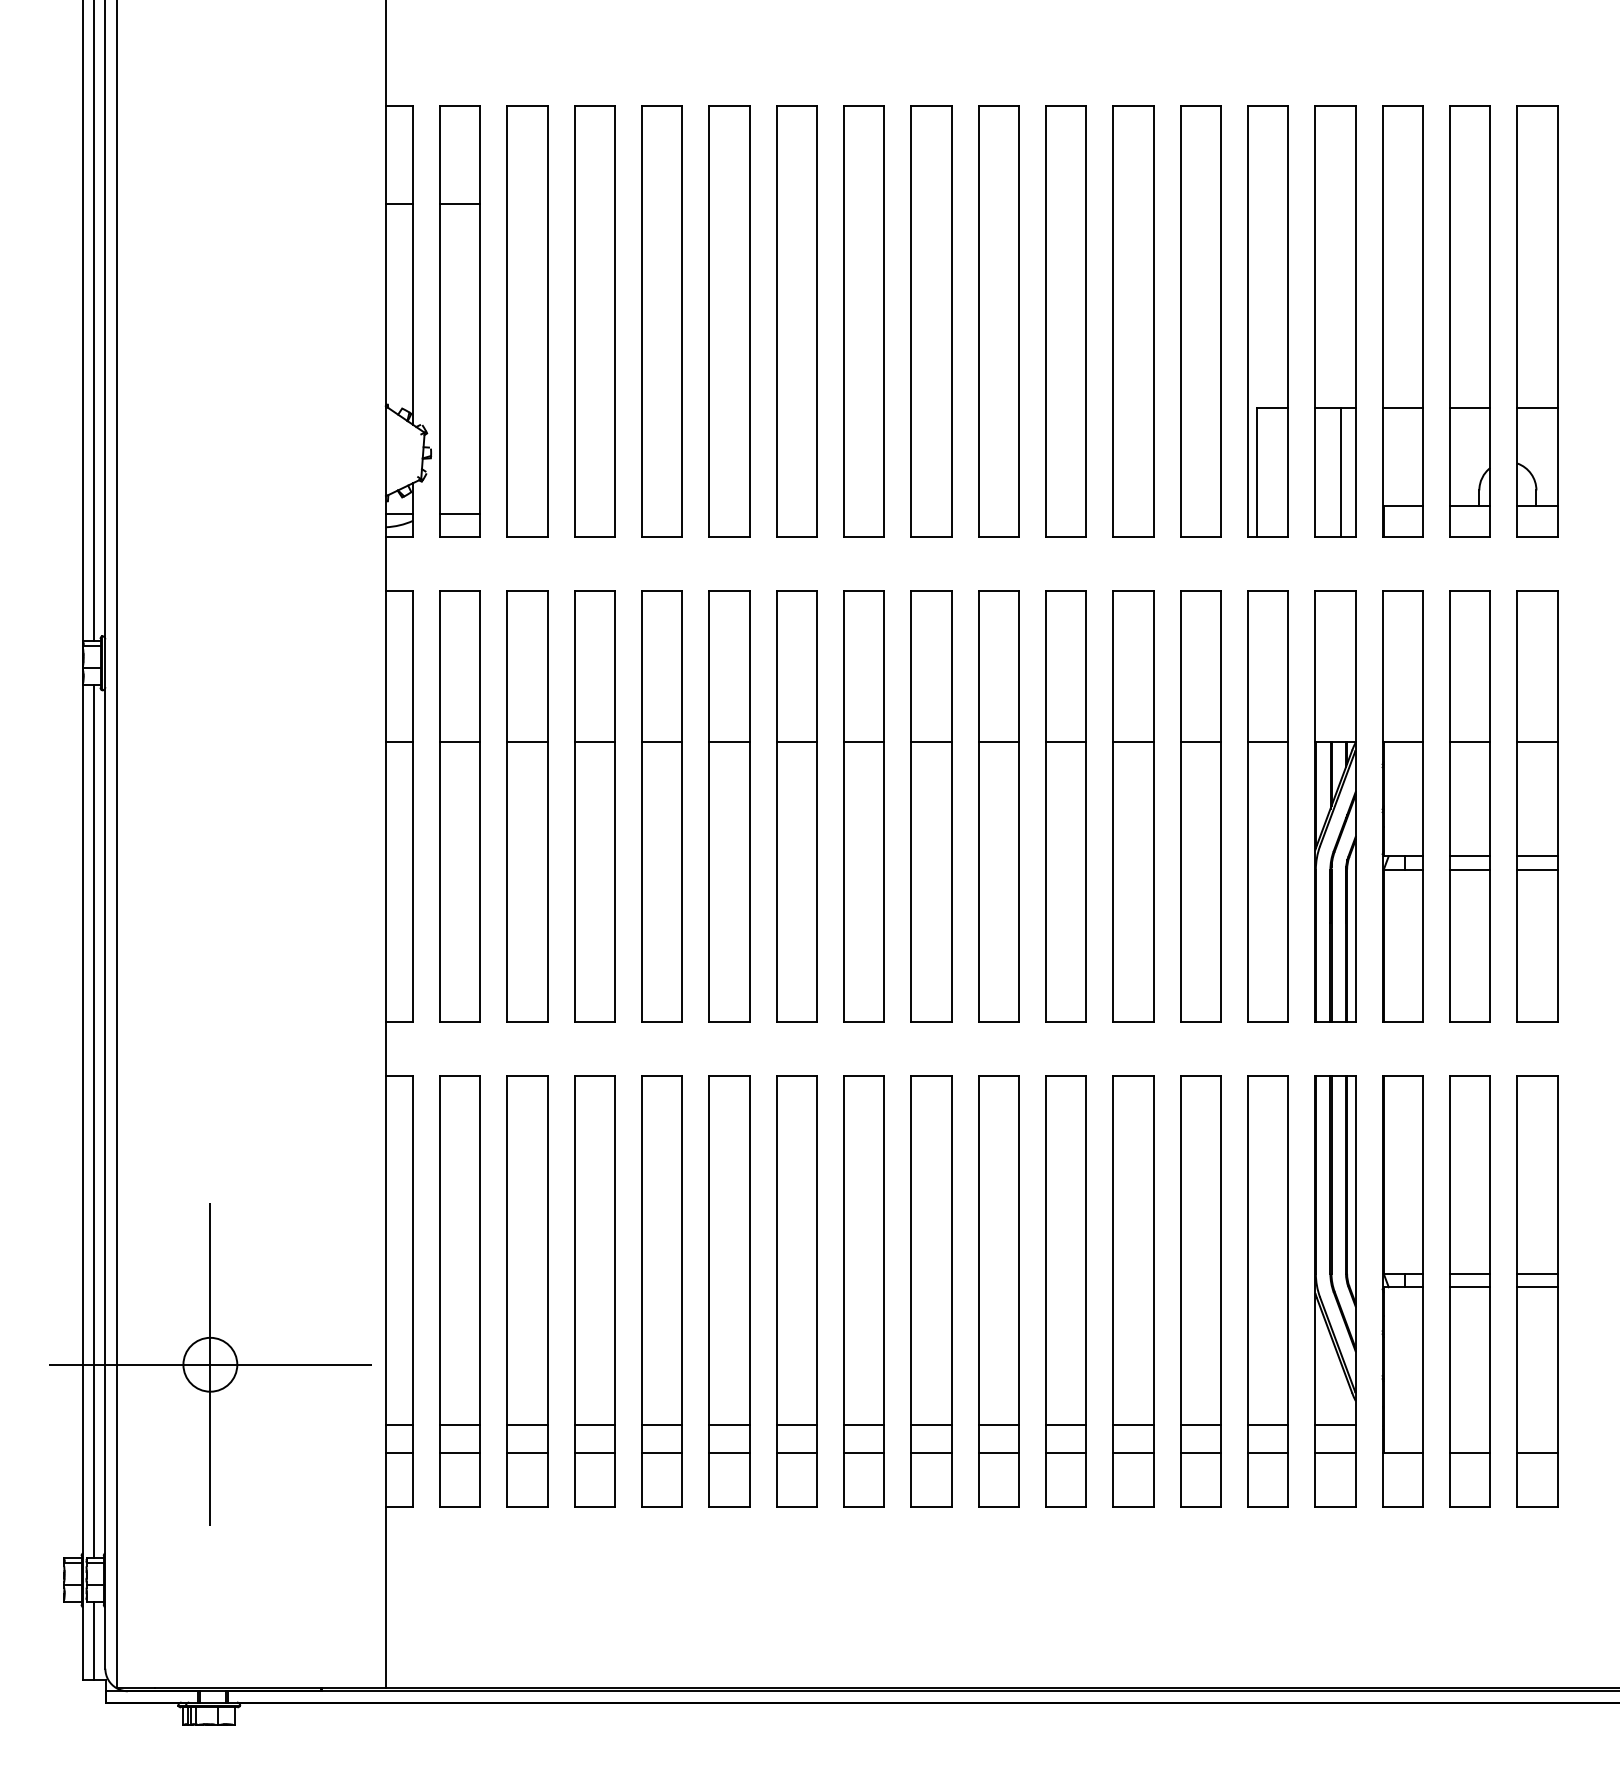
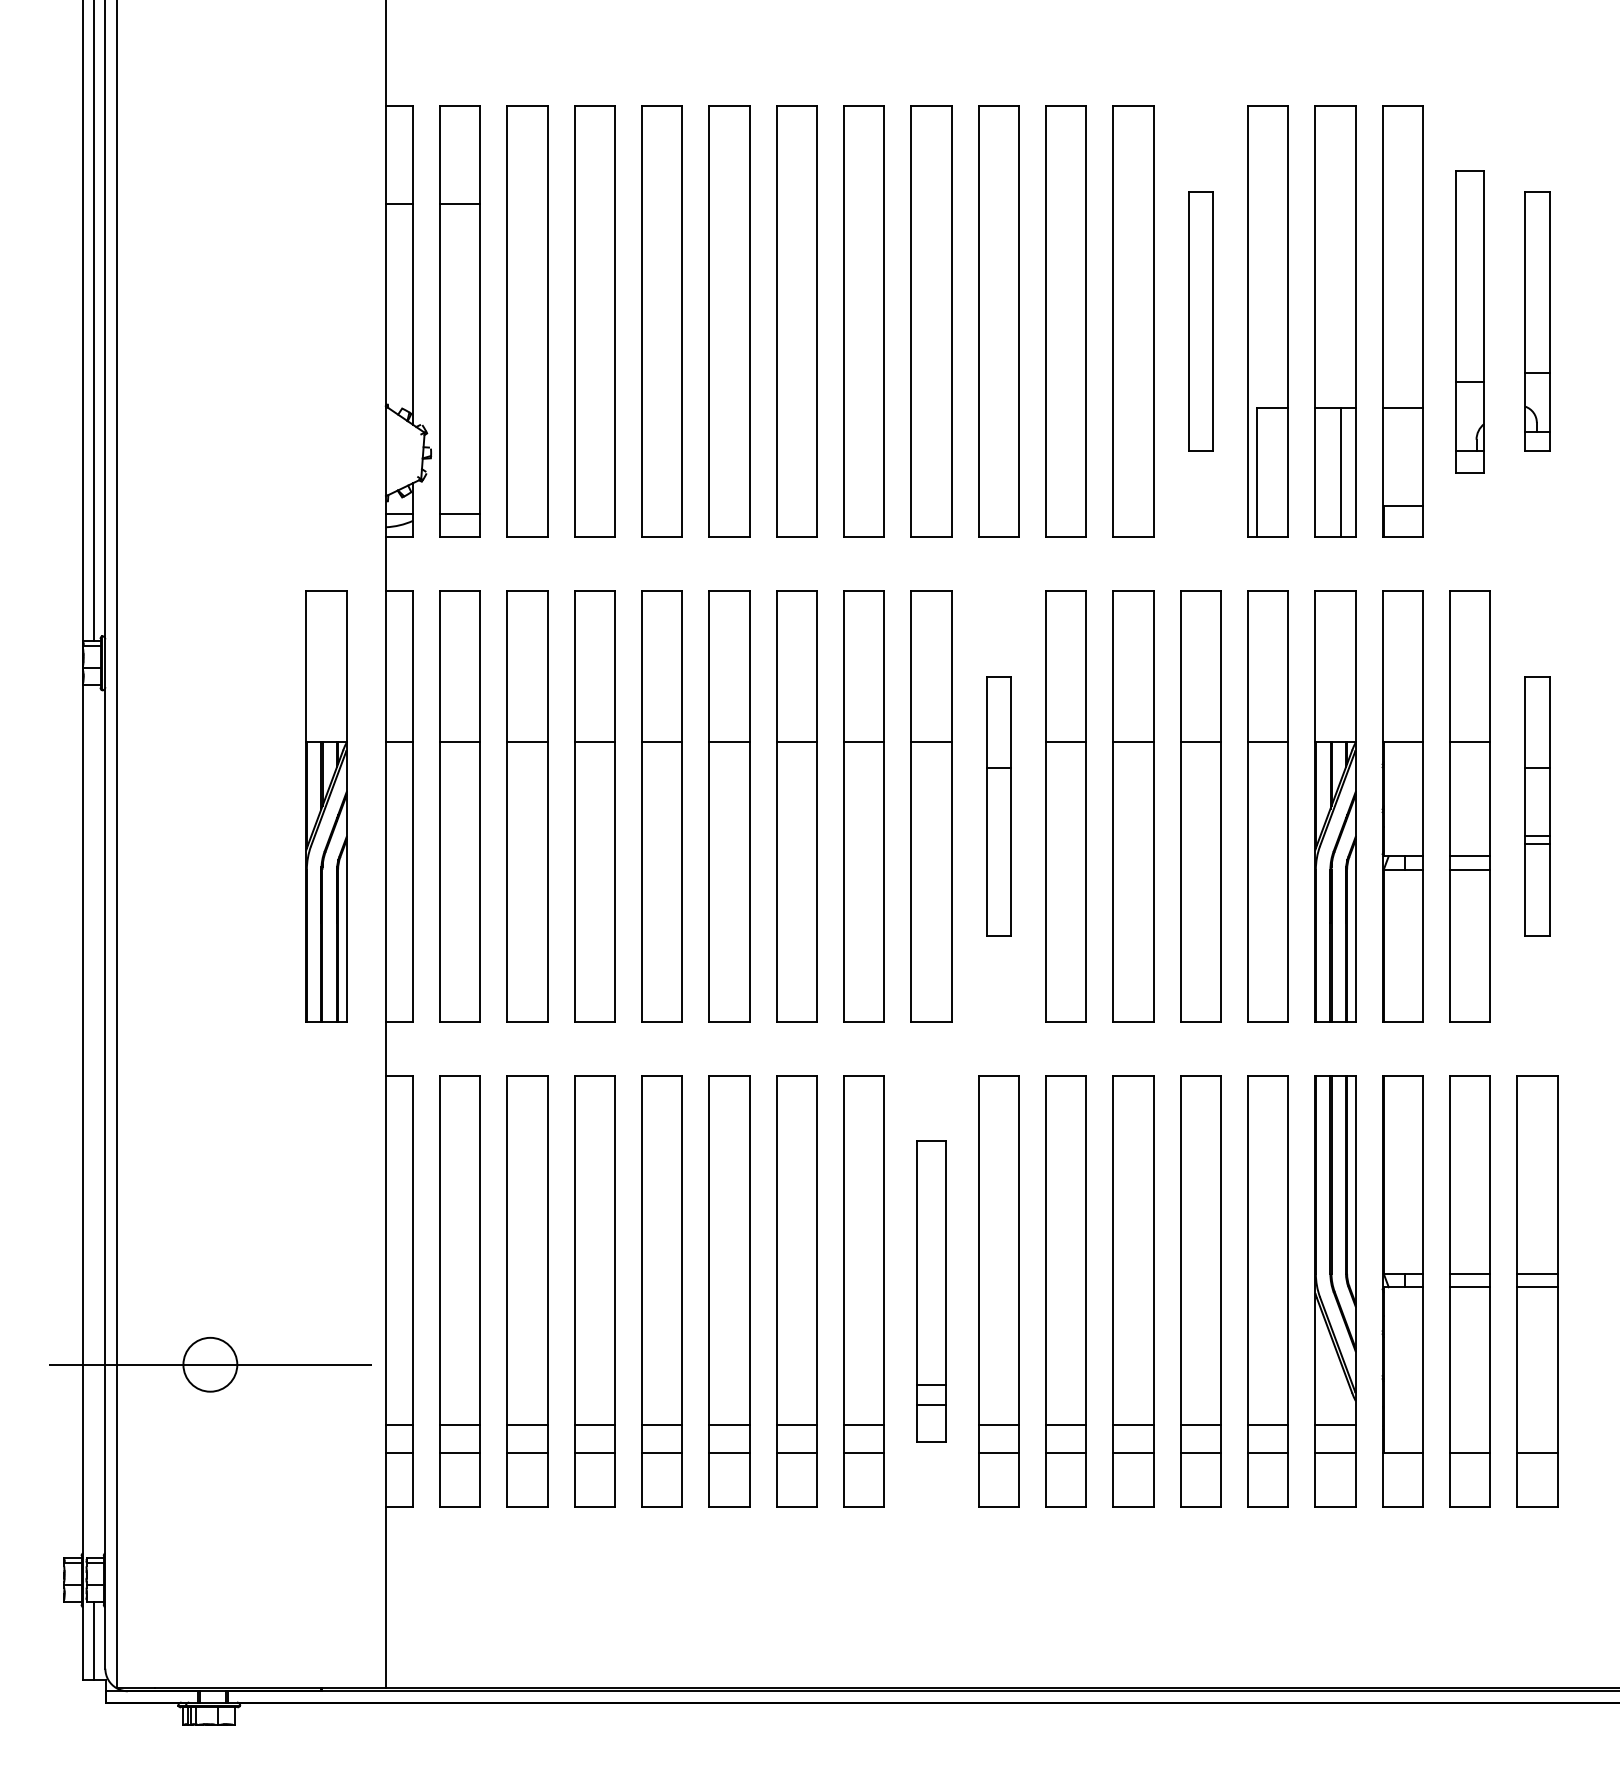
part at (1200, 321) size: 42x433 px -> 26x261 px
part at (1469, 321) size: 42x433 px -> 30x304 px
part at (1537, 321) size: 43x433 px -> 27x261 px
part at (326, 806): none -> present
part at (998, 806) size: 42x433 px -> 26x261 px
part at (1537, 806) size: 43x433 px -> 27x261 px
line at (94, 1121): present -> none
part at (931, 1291) size: 43x433 px -> 31x303 px
line at (210, 1364): present -> none
